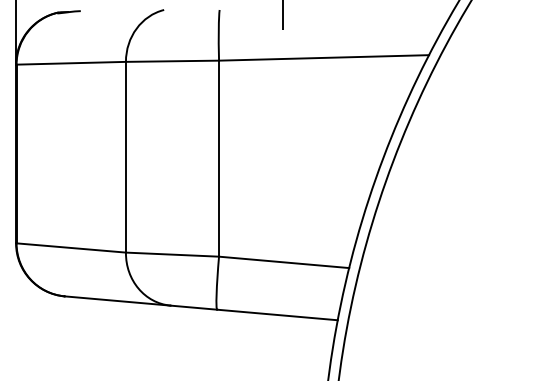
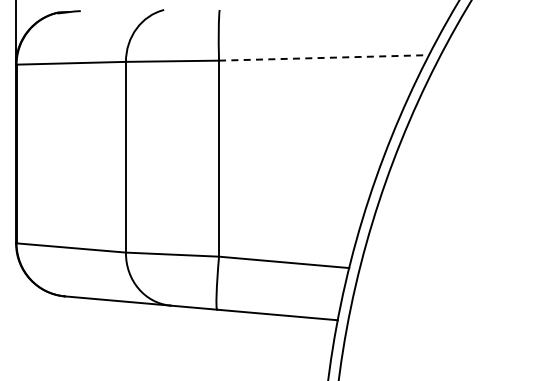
line at (283, 16): present -> none
line at (324, 57): solid -> dashed
